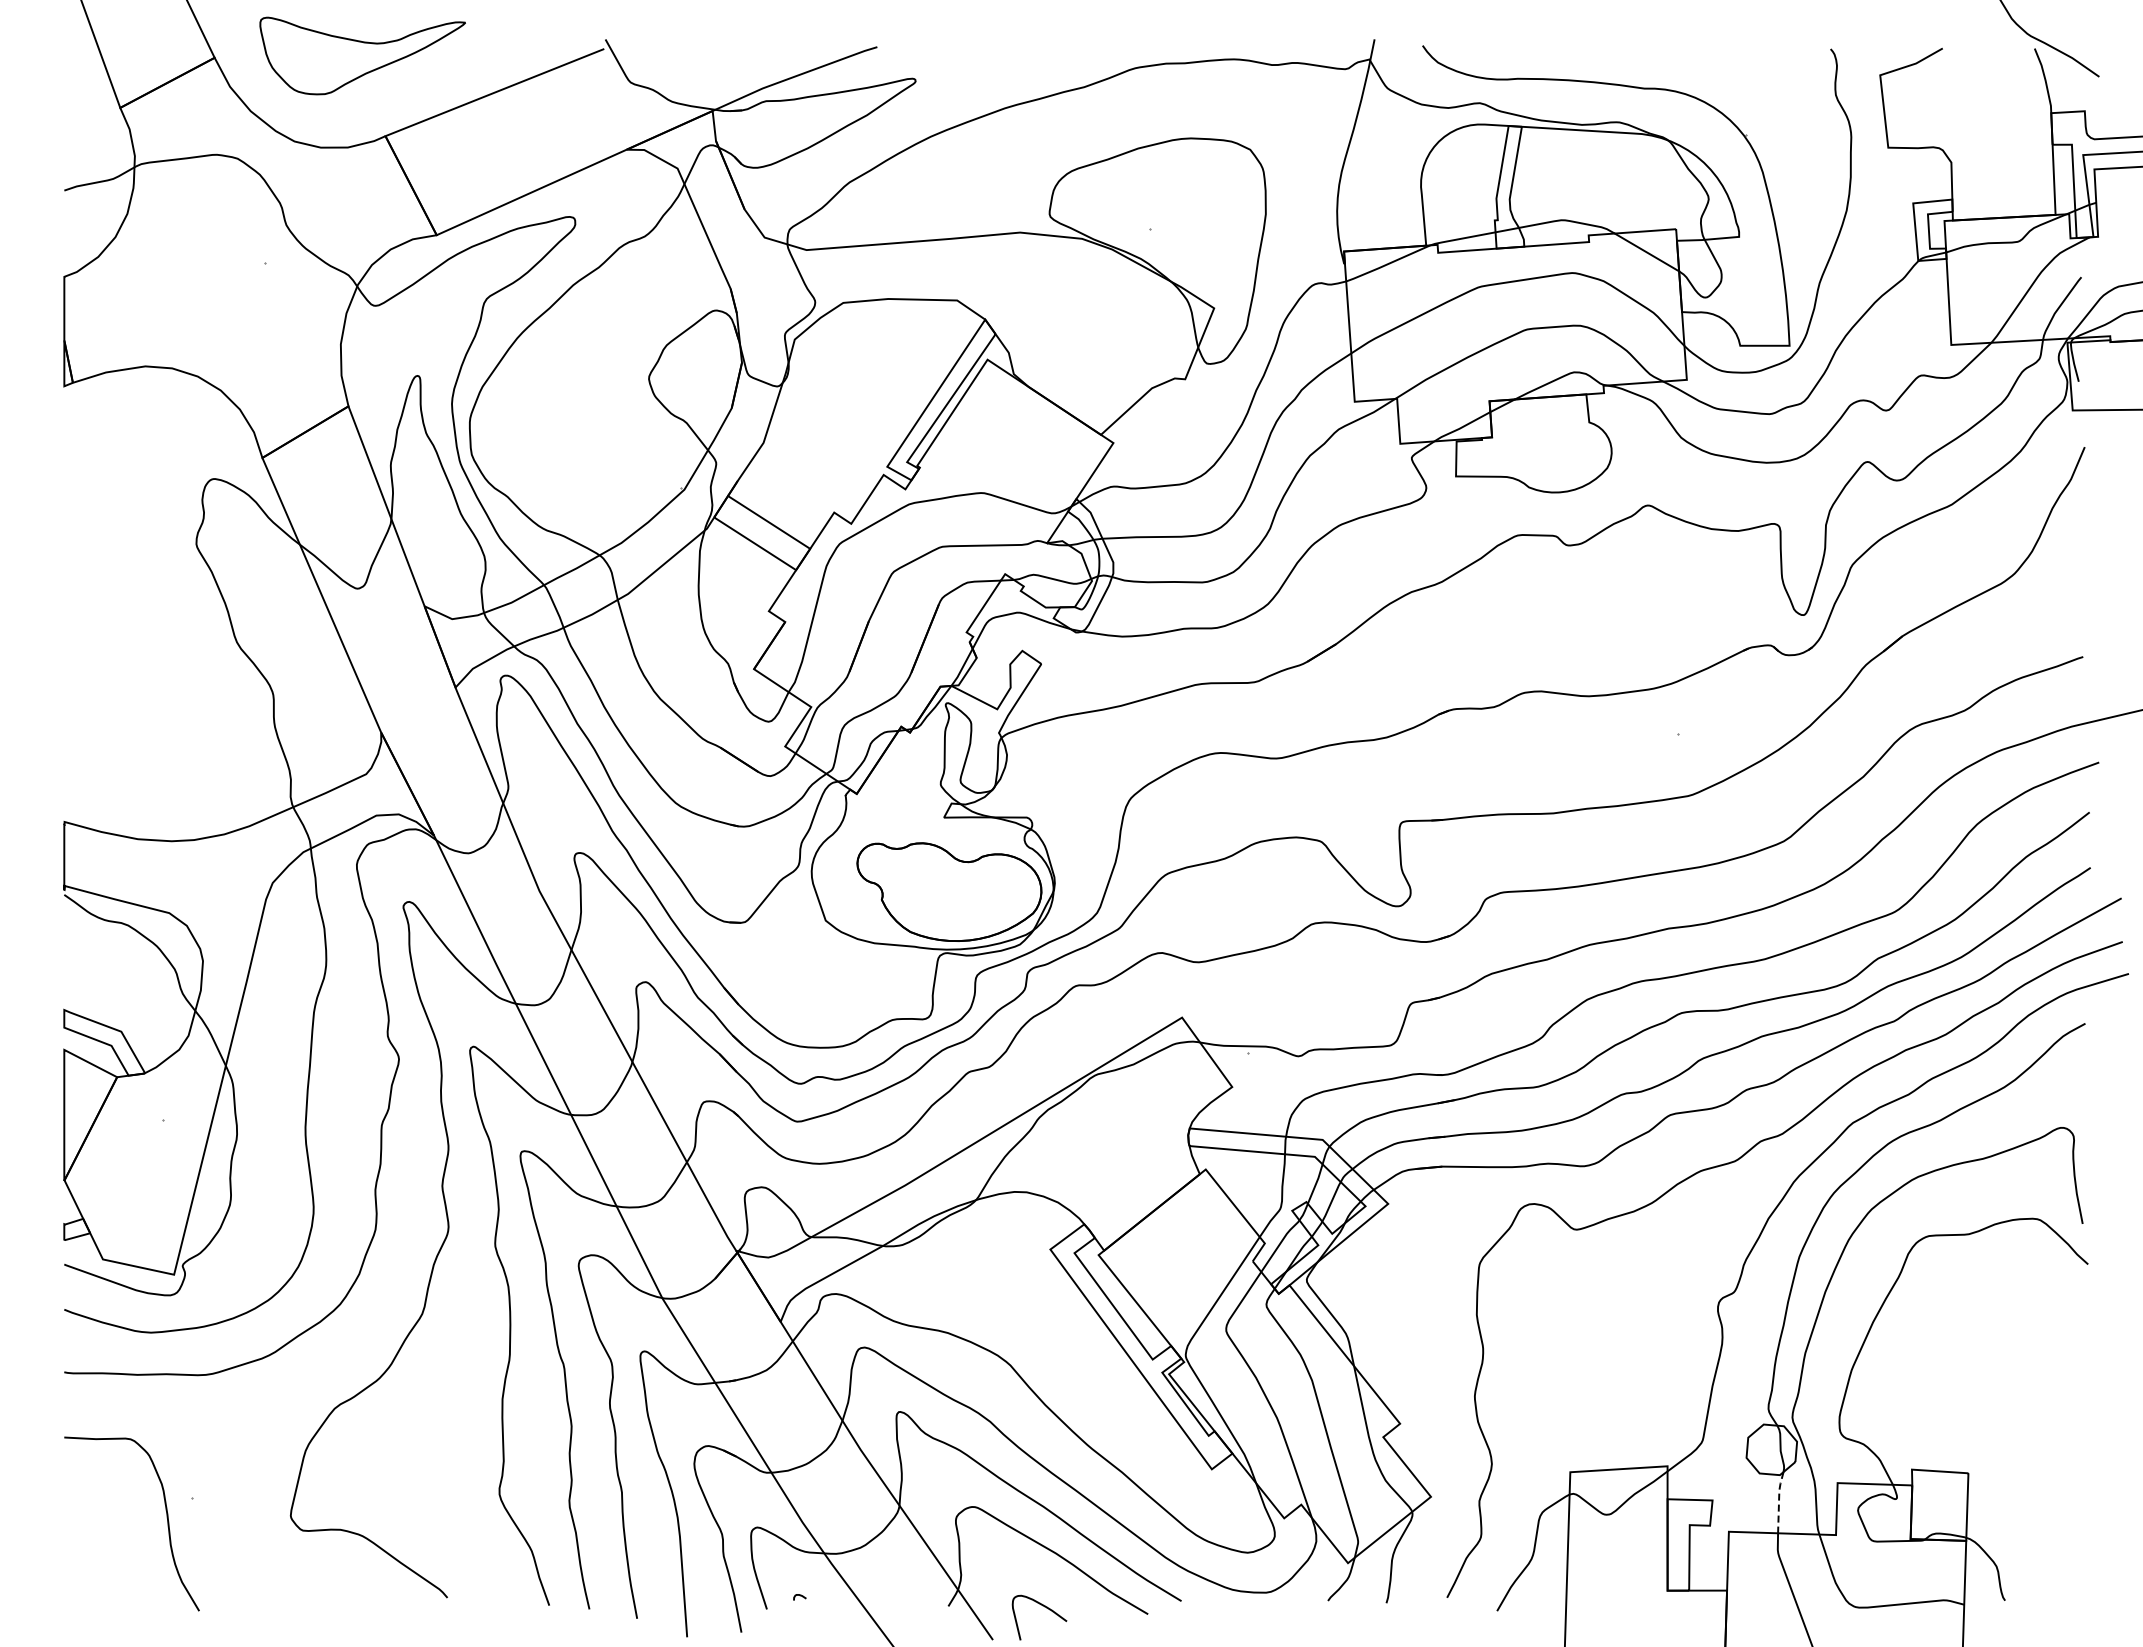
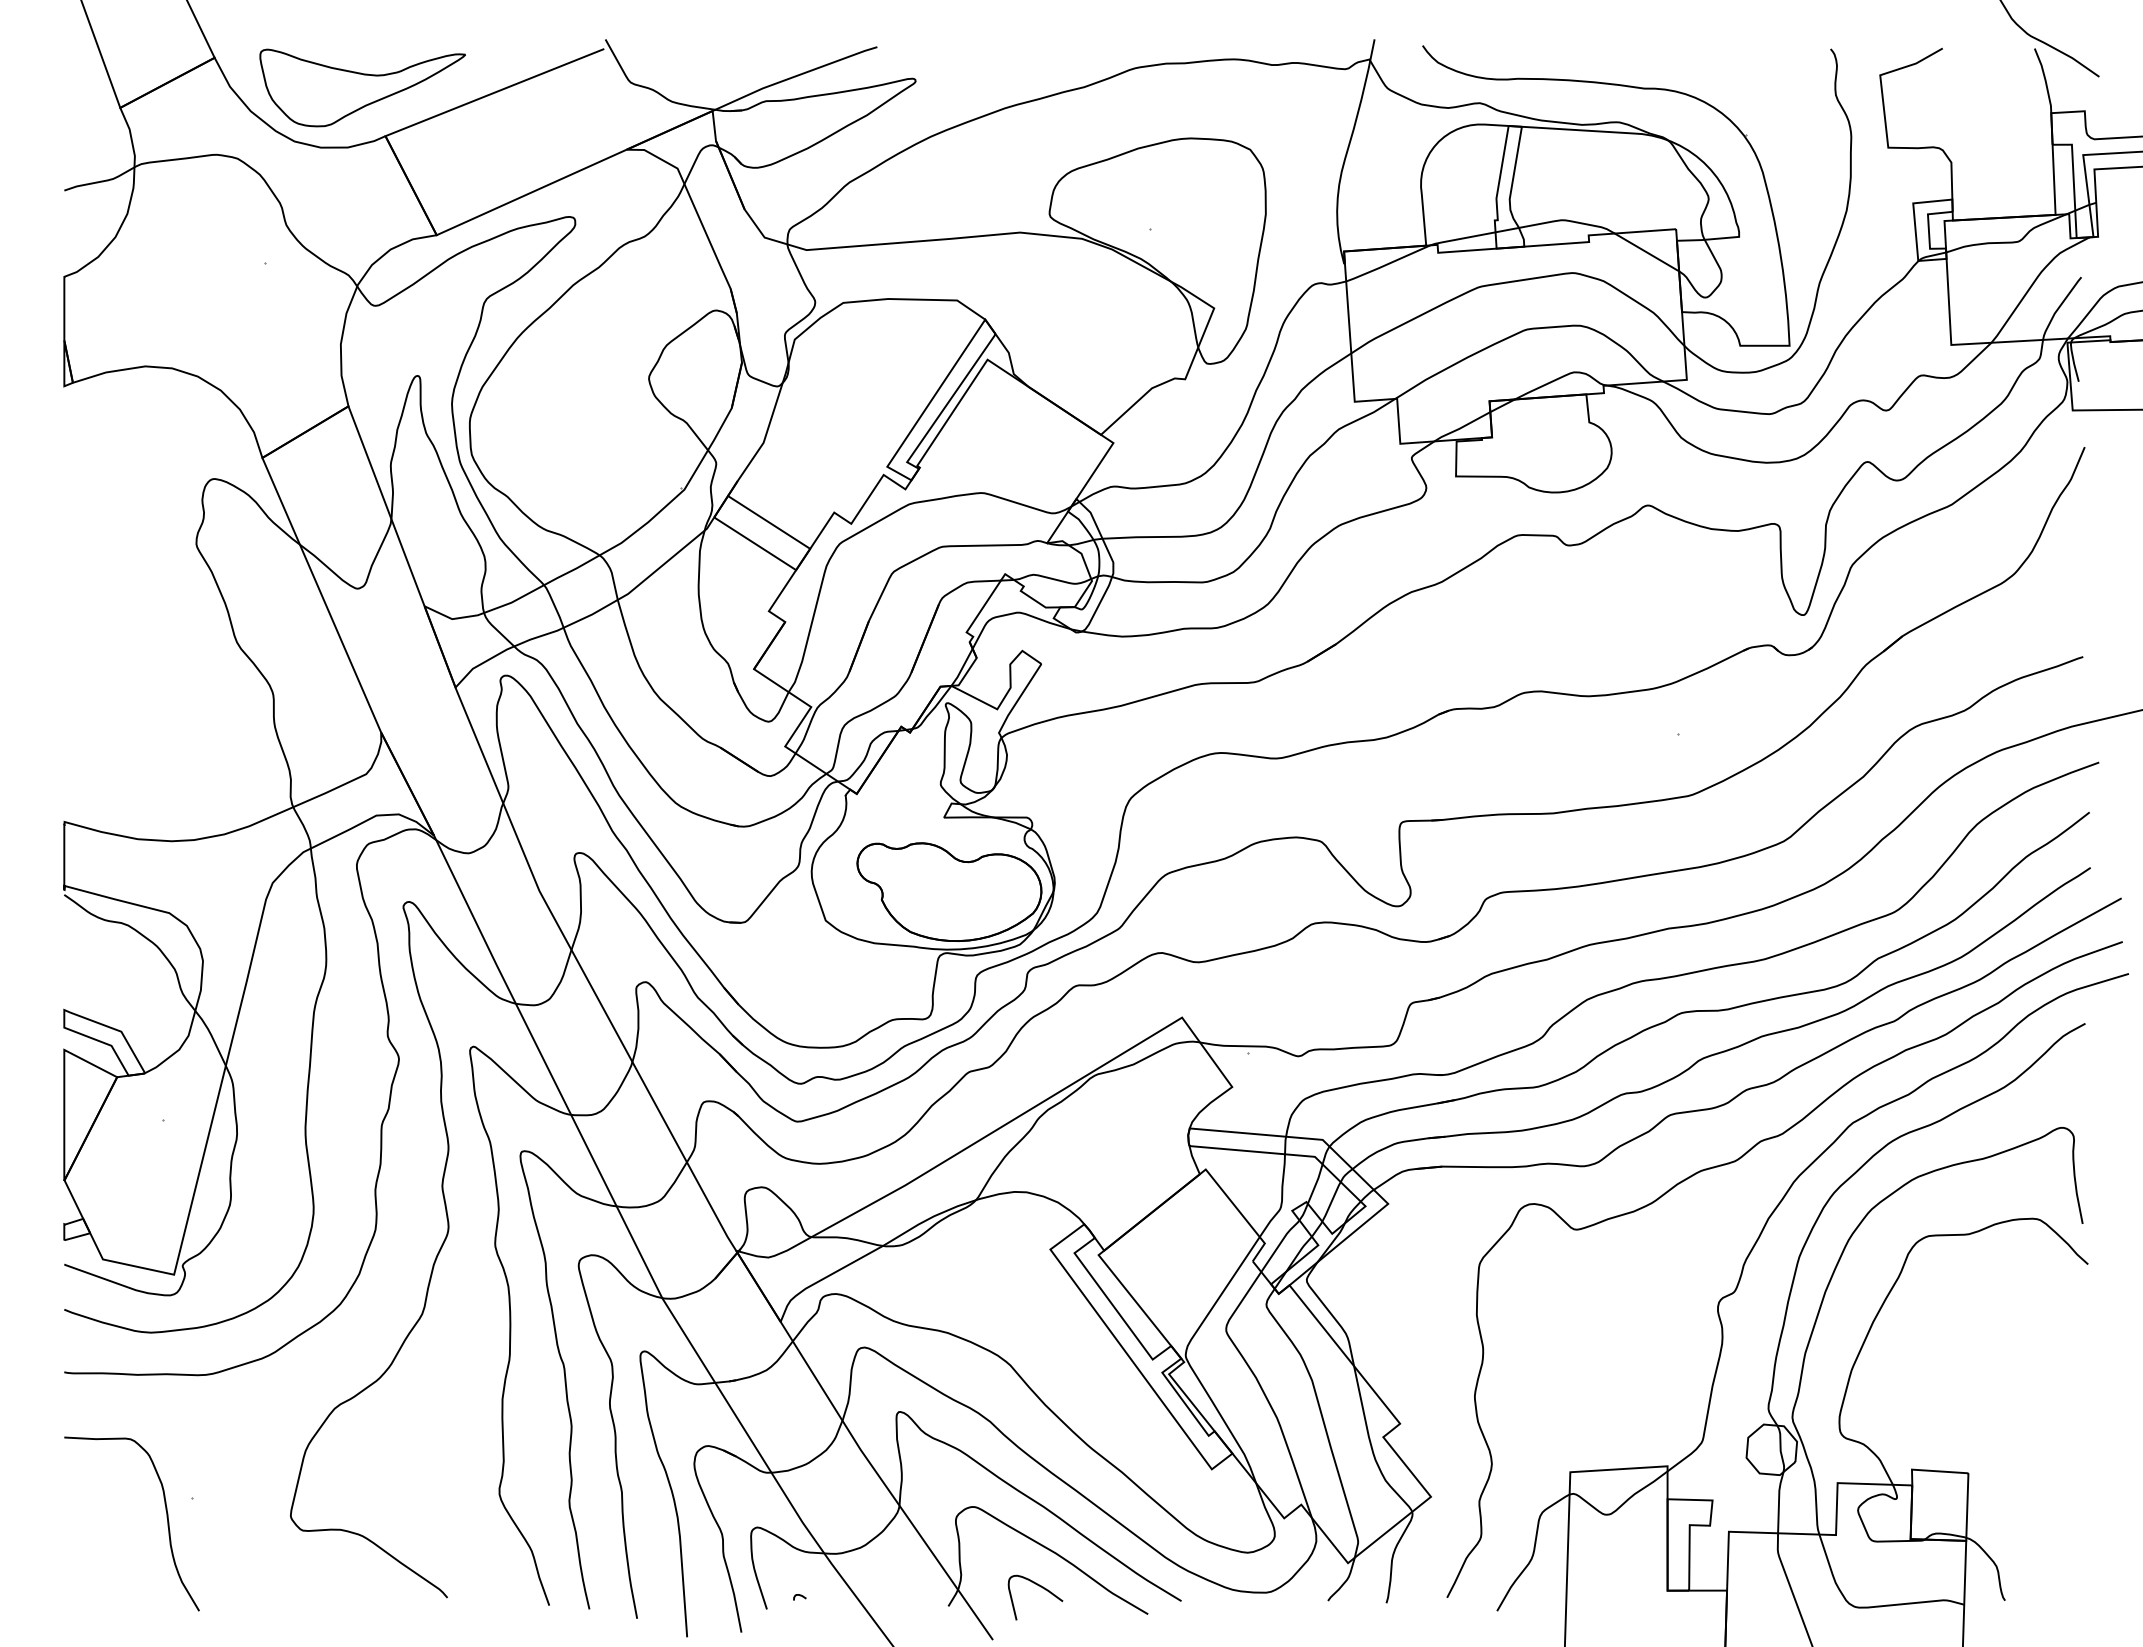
part at (362, 55) position: (362, 55) -> (362, 87)
line at (1779, 1501): dashed -> solid
curve at (1044, 1607) position: (1044, 1607) -> (1040, 1587)
